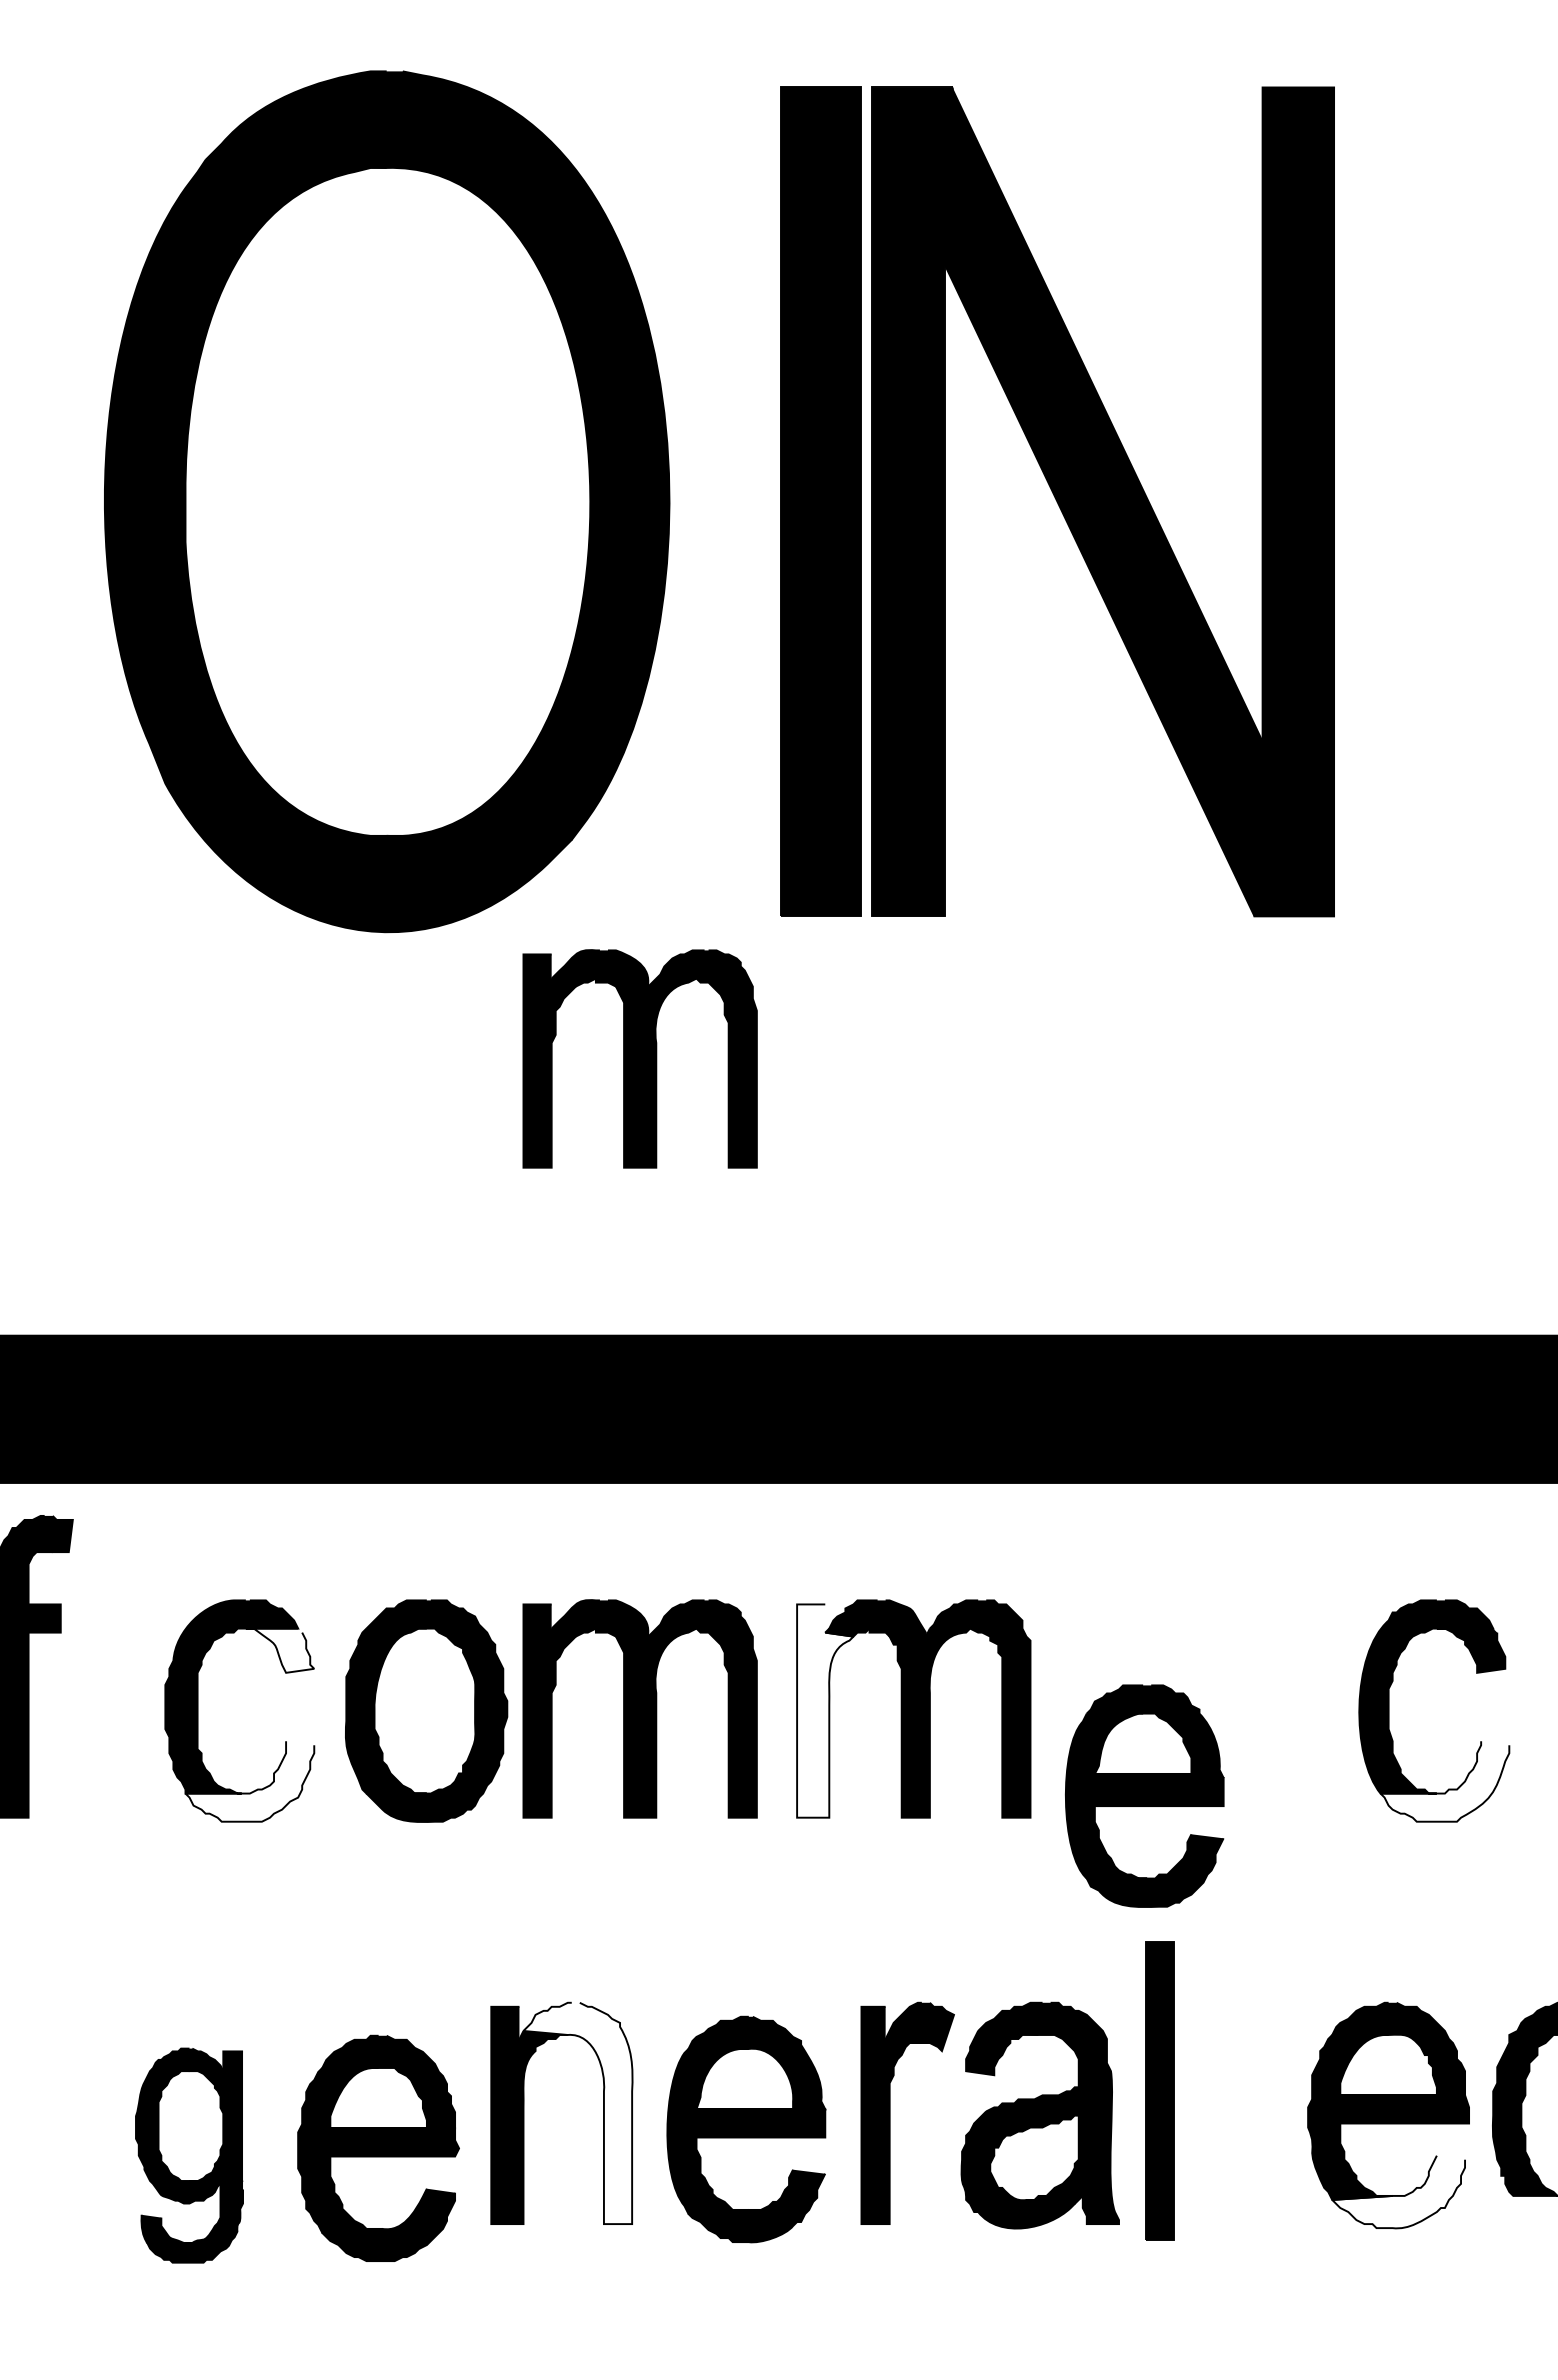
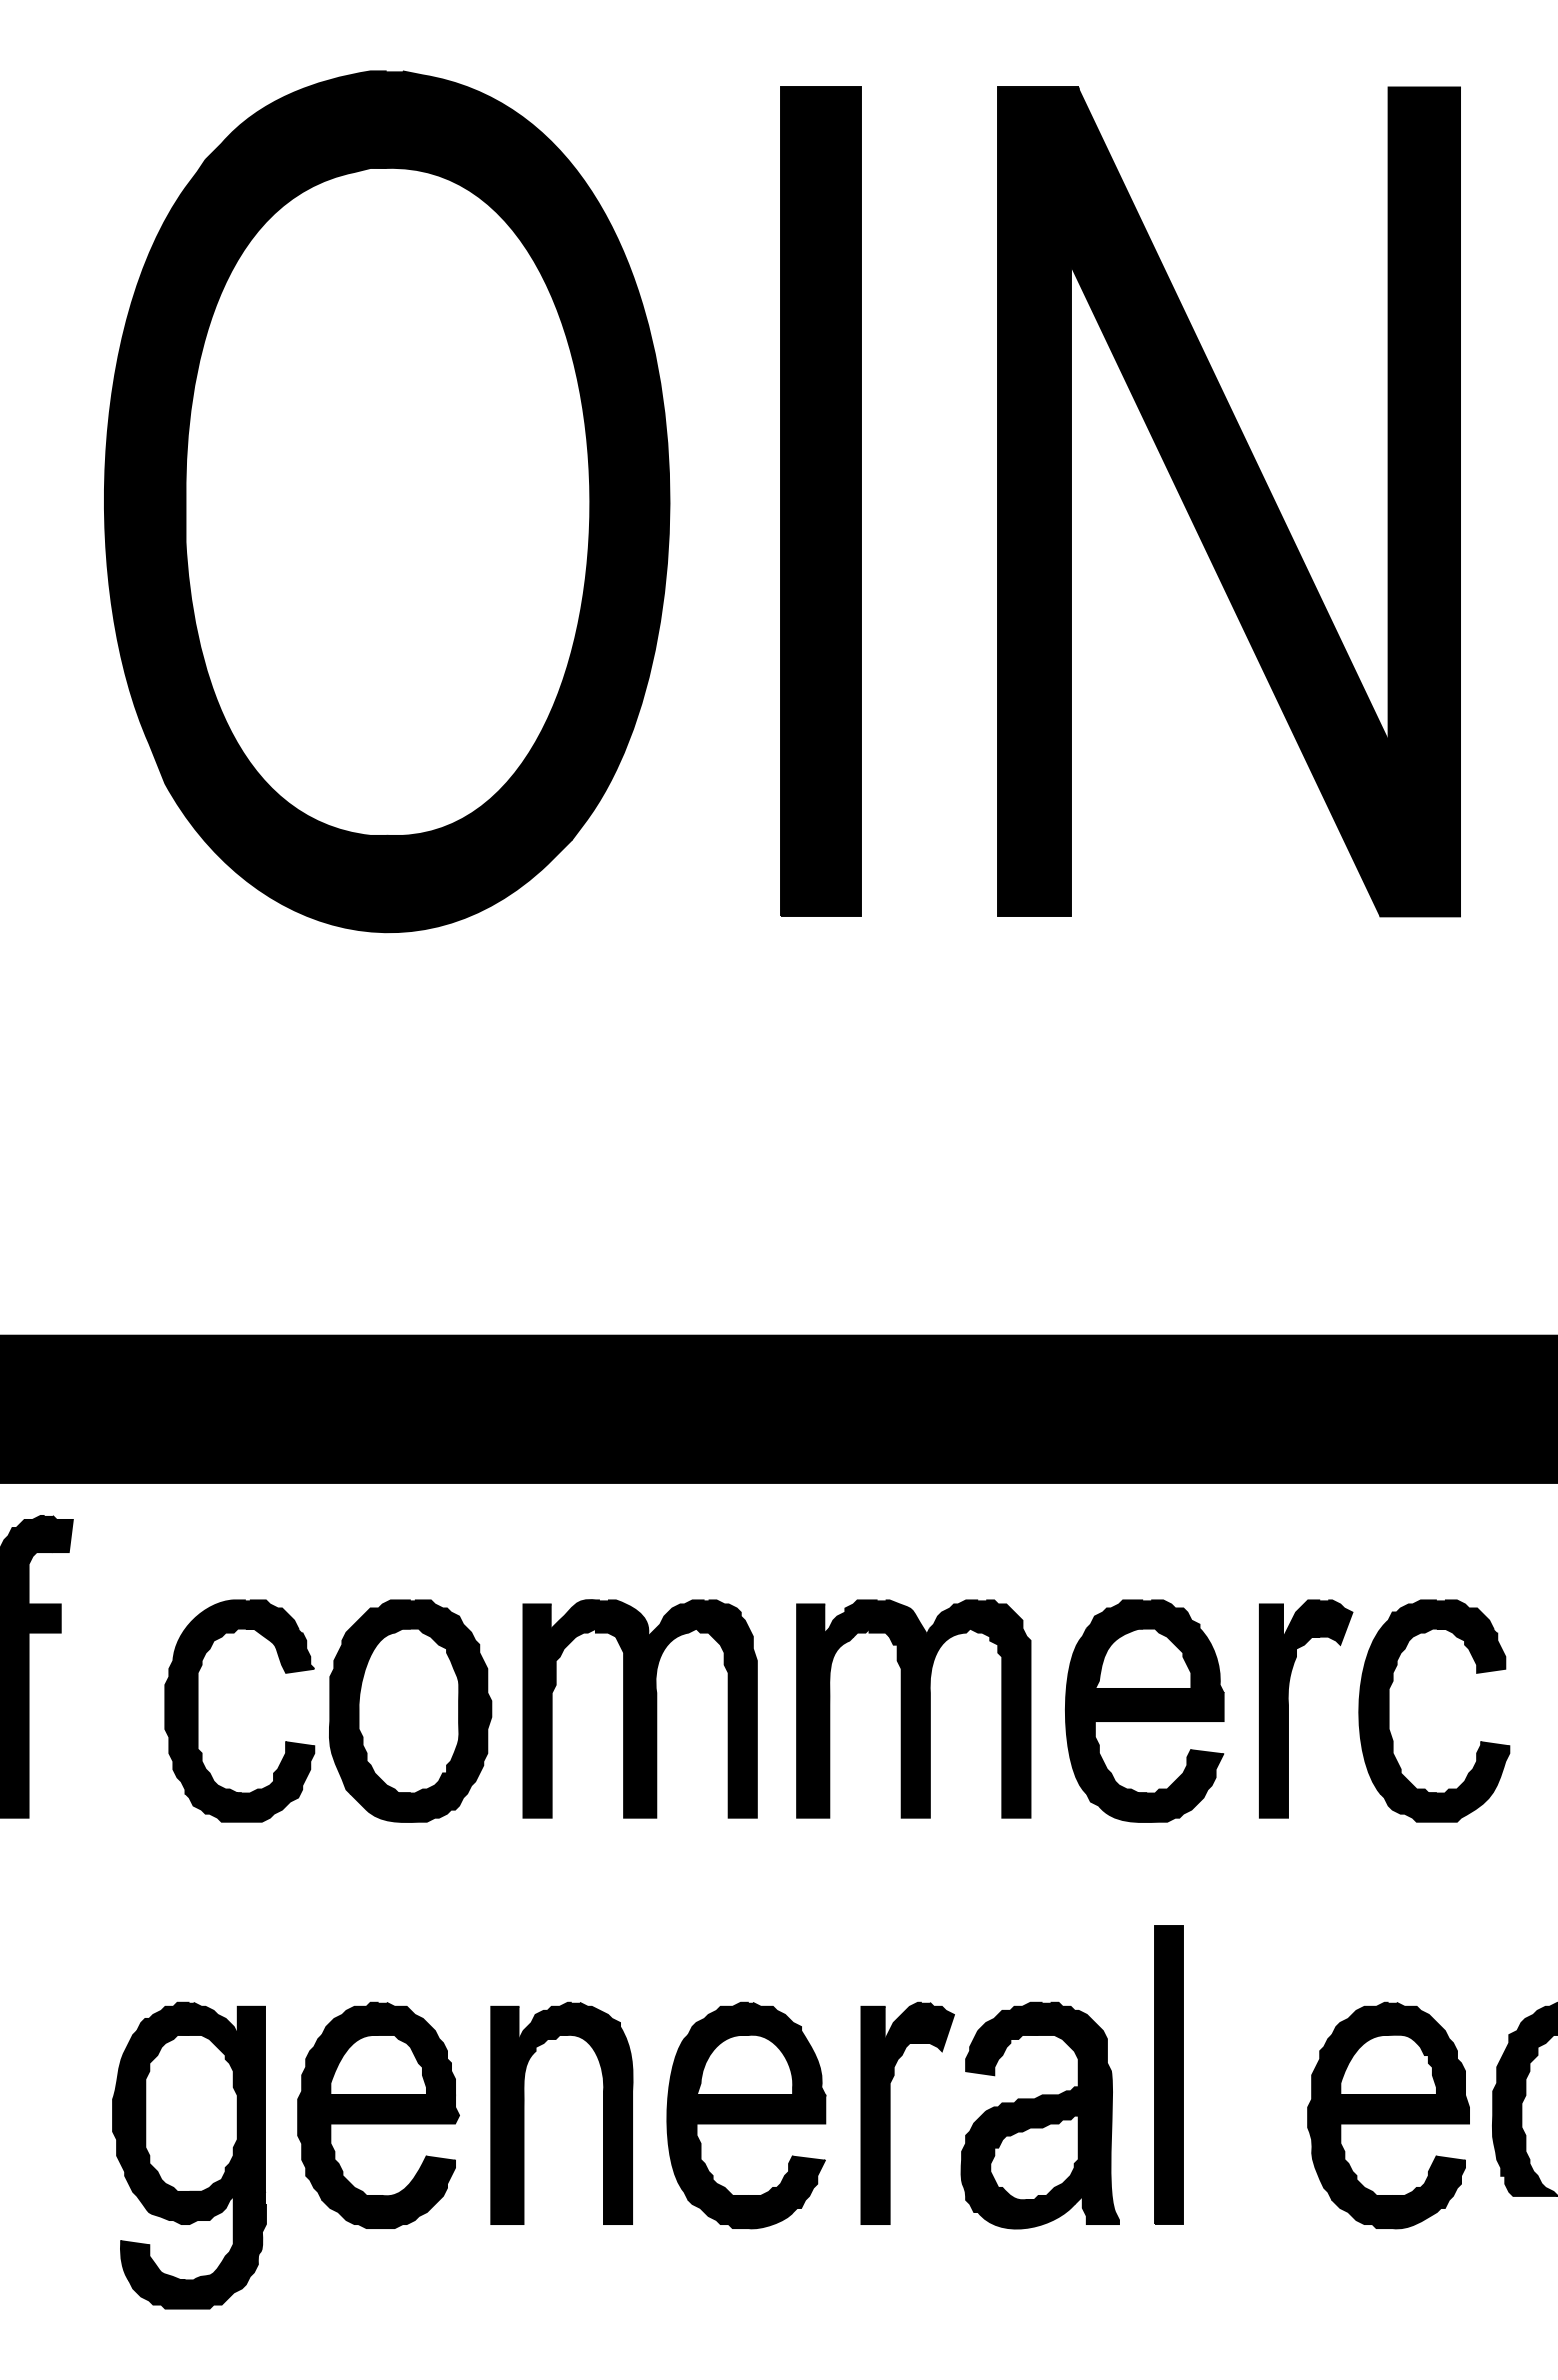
part at (1102, 501) position: (1102, 501) -> (1228, 501)
part at (639, 1058): present -> none
fill at (279, 1650): none -> present
part at (1288, 1708): none -> present
part at (426, 1710) position: (426, 1710) -> (410, 1710)
fill at (825, 1710): none -> present
fill at (249, 1781): none -> present
fill at (1444, 1781): none -> present
part at (1144, 1795) position: (1144, 1795) -> (1144, 1710)
part at (1159, 2090) position: (1159, 2090) -> (1168, 2074)
fill at (577, 2113): none -> present
part at (746, 2129) position: (746, 2129) -> (746, 2115)
part at (378, 2147) position: (378, 2147) -> (378, 2114)
part at (189, 2155) size: 109x217 px -> 155x309 px
fill at (1398, 2191): none -> present
